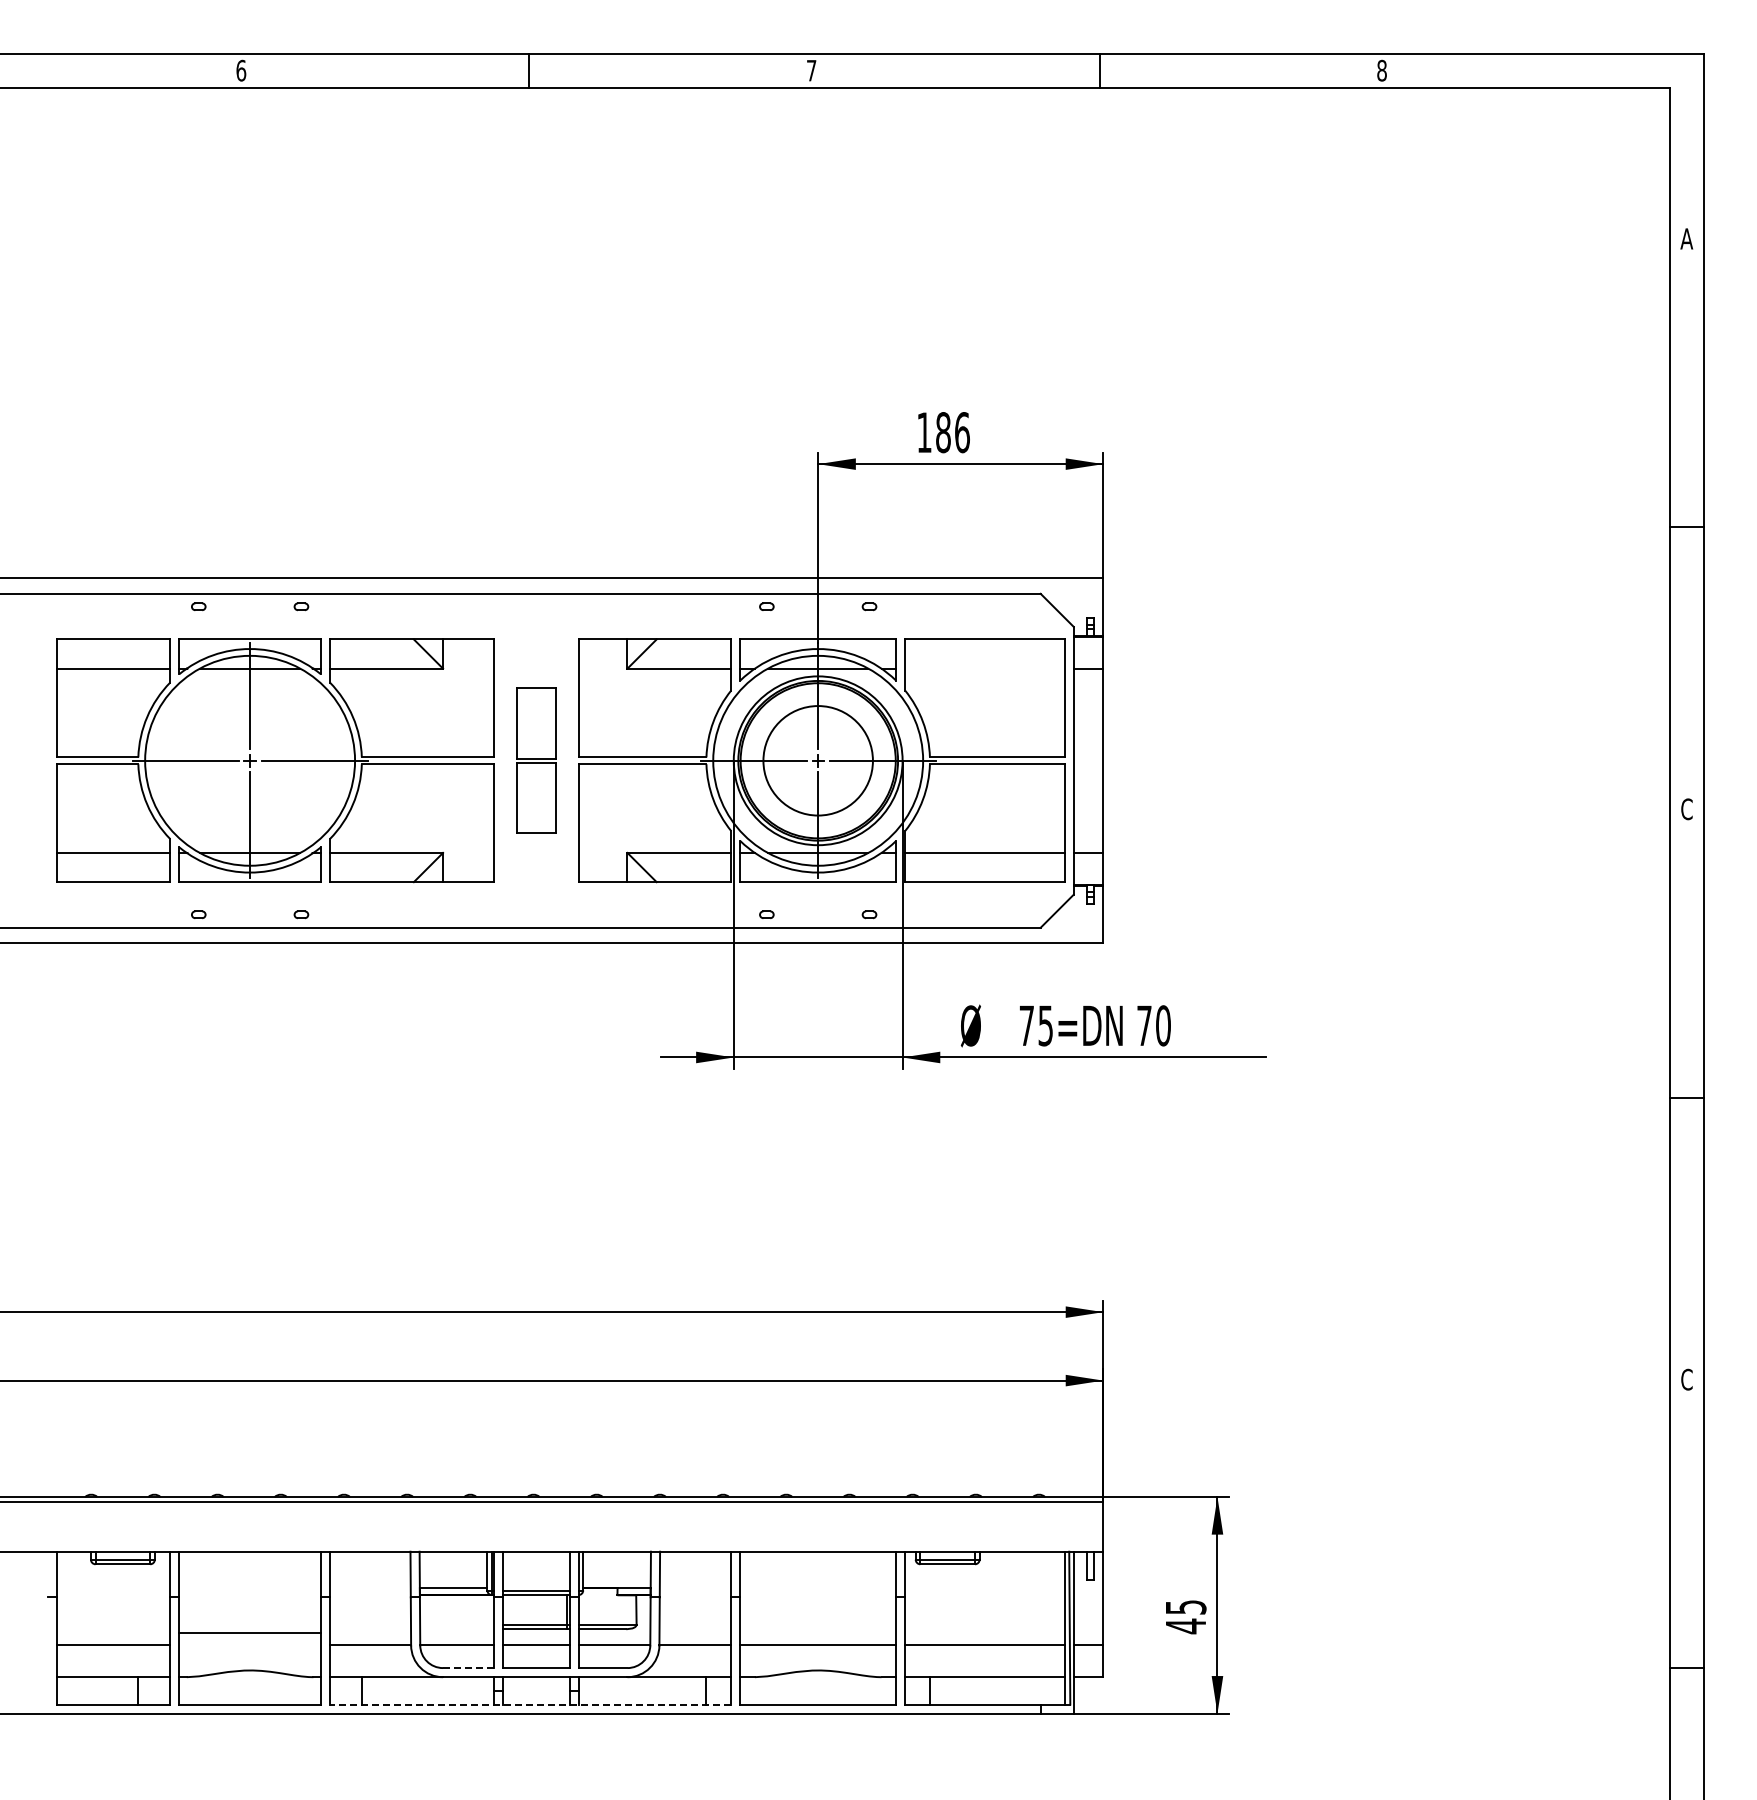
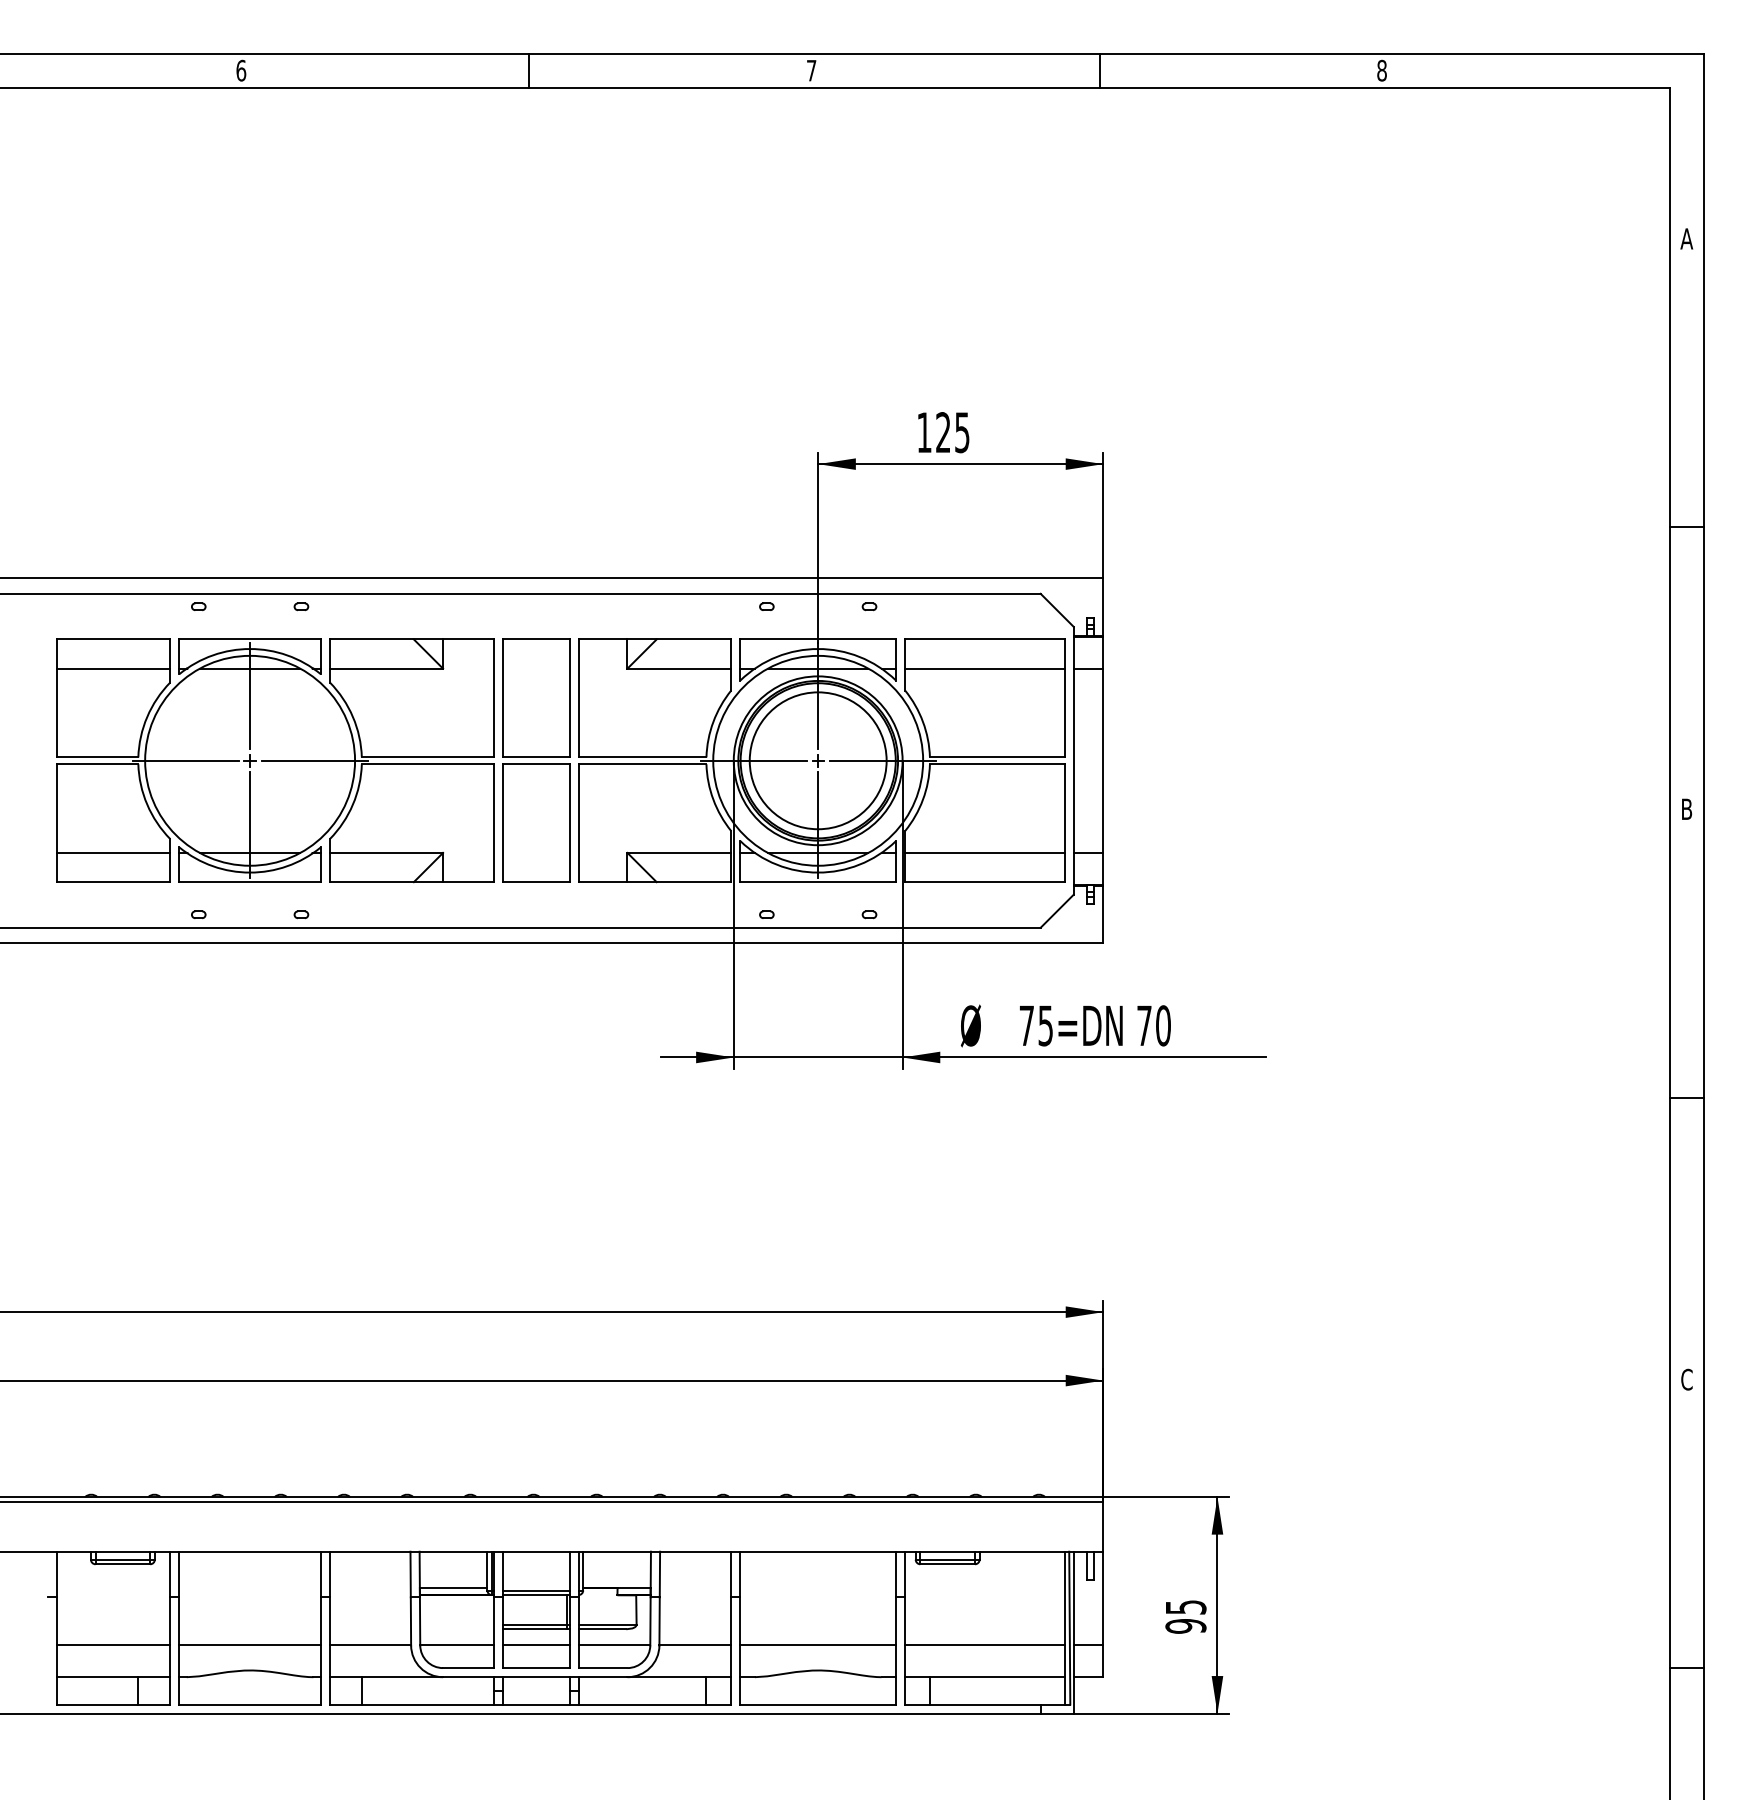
text at (952, 432): 186 -> 125
line at (984, 668): none -> present
part at (536, 760) size: 41x147 px -> 69x245 px
circle at (817, 760) diameter: 110 px -> 137 px
text at (1686, 809): C -> B
text at (1185, 1626): 45 -> 95
line at (249, 1633) position: (249, 1633) -> (249, 1645)
line at (468, 1668): dashed -> solid
line at (530, 1704): dashed -> solid
